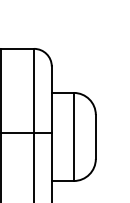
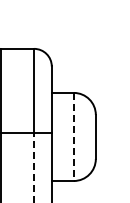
line at (73, 137): solid -> dashed
line at (34, 167): solid -> dashed
